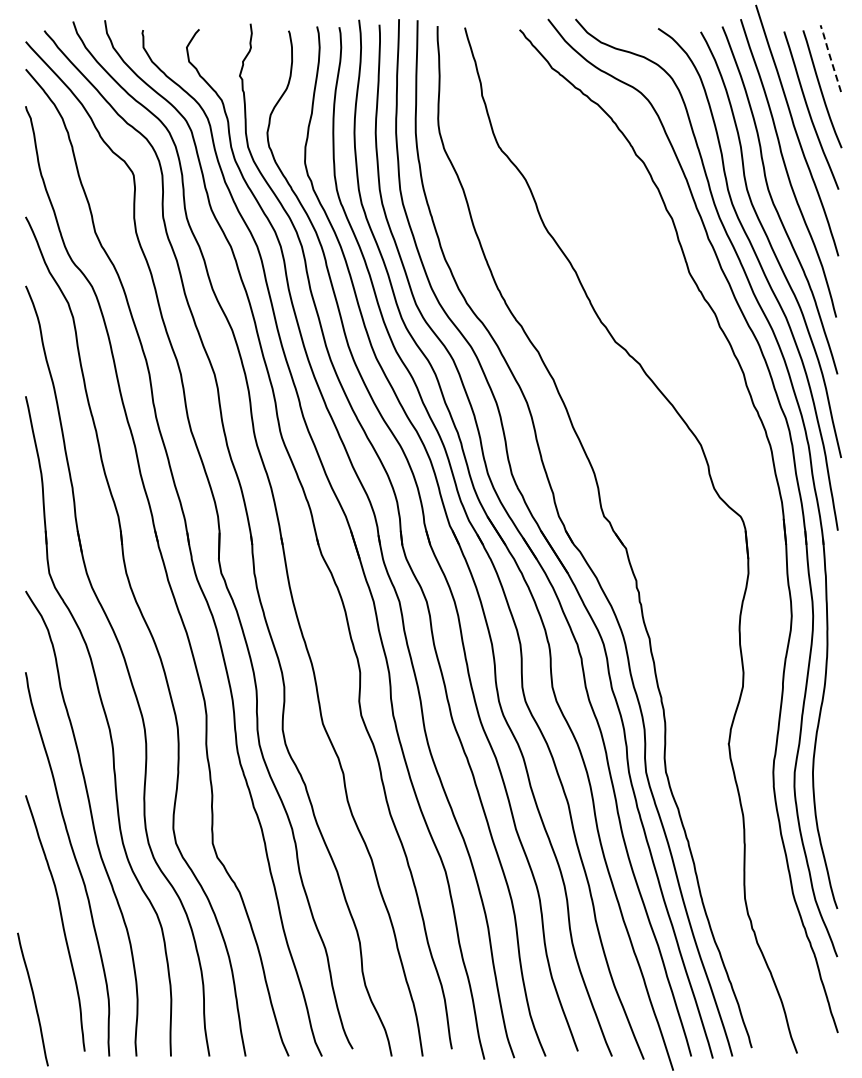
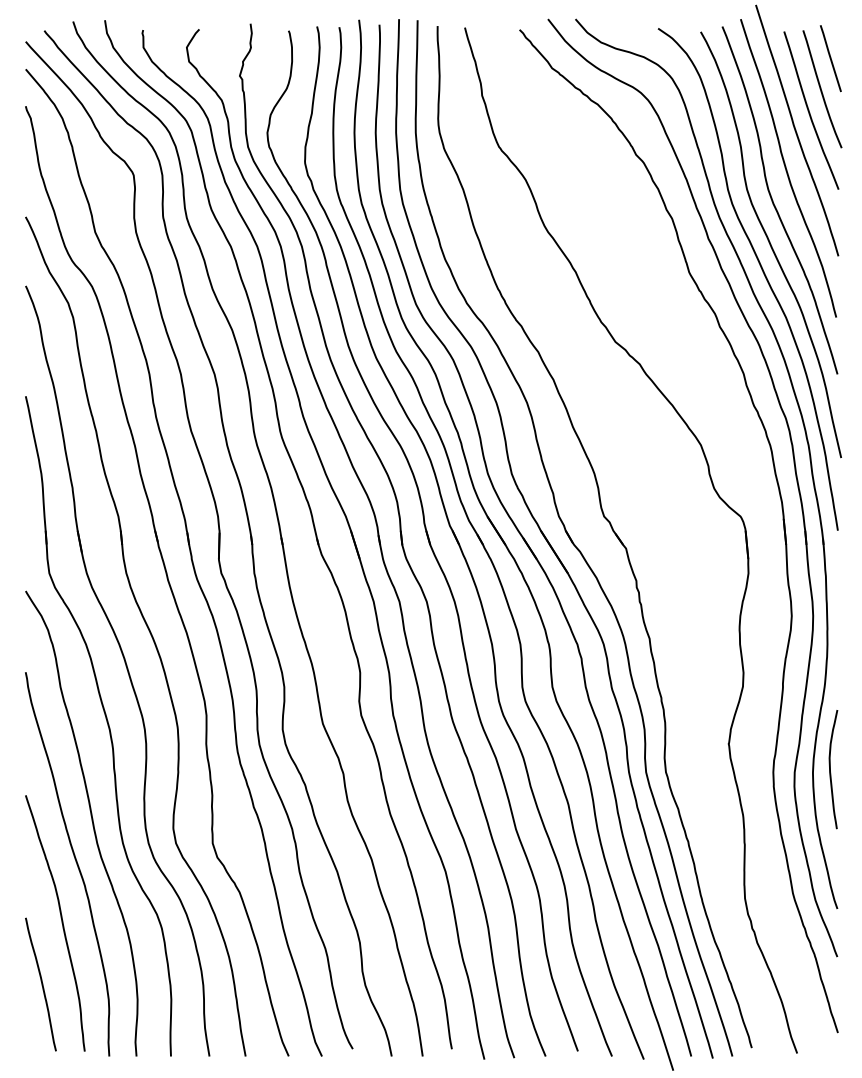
line at (830, 56): dashed -> solid
curve at (830, 769): none -> present
curve at (33, 999) position: (33, 999) -> (41, 984)
